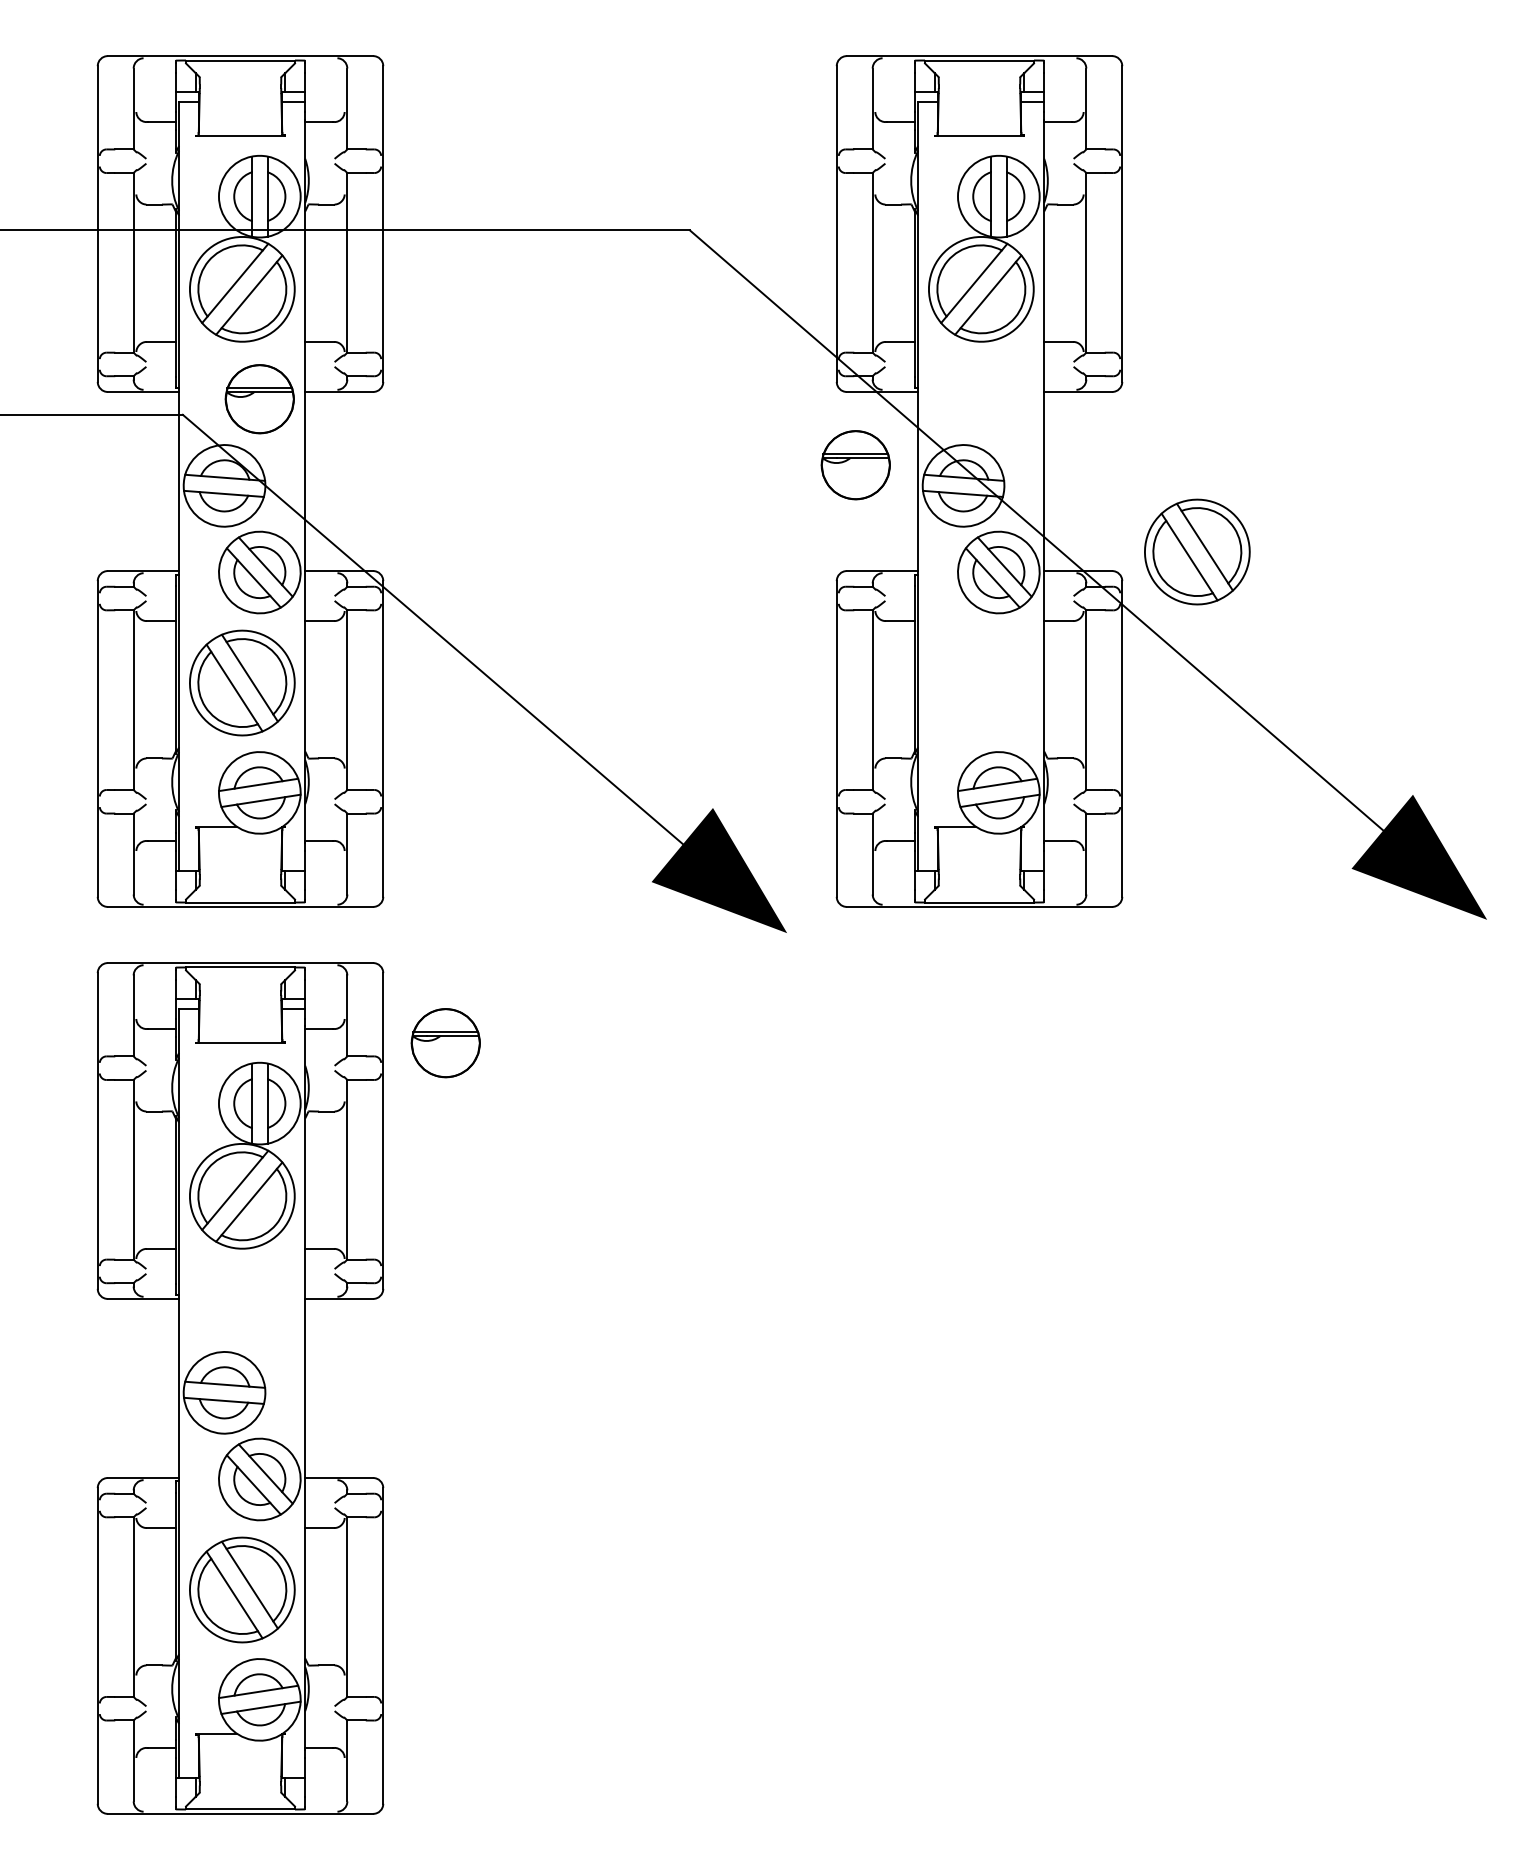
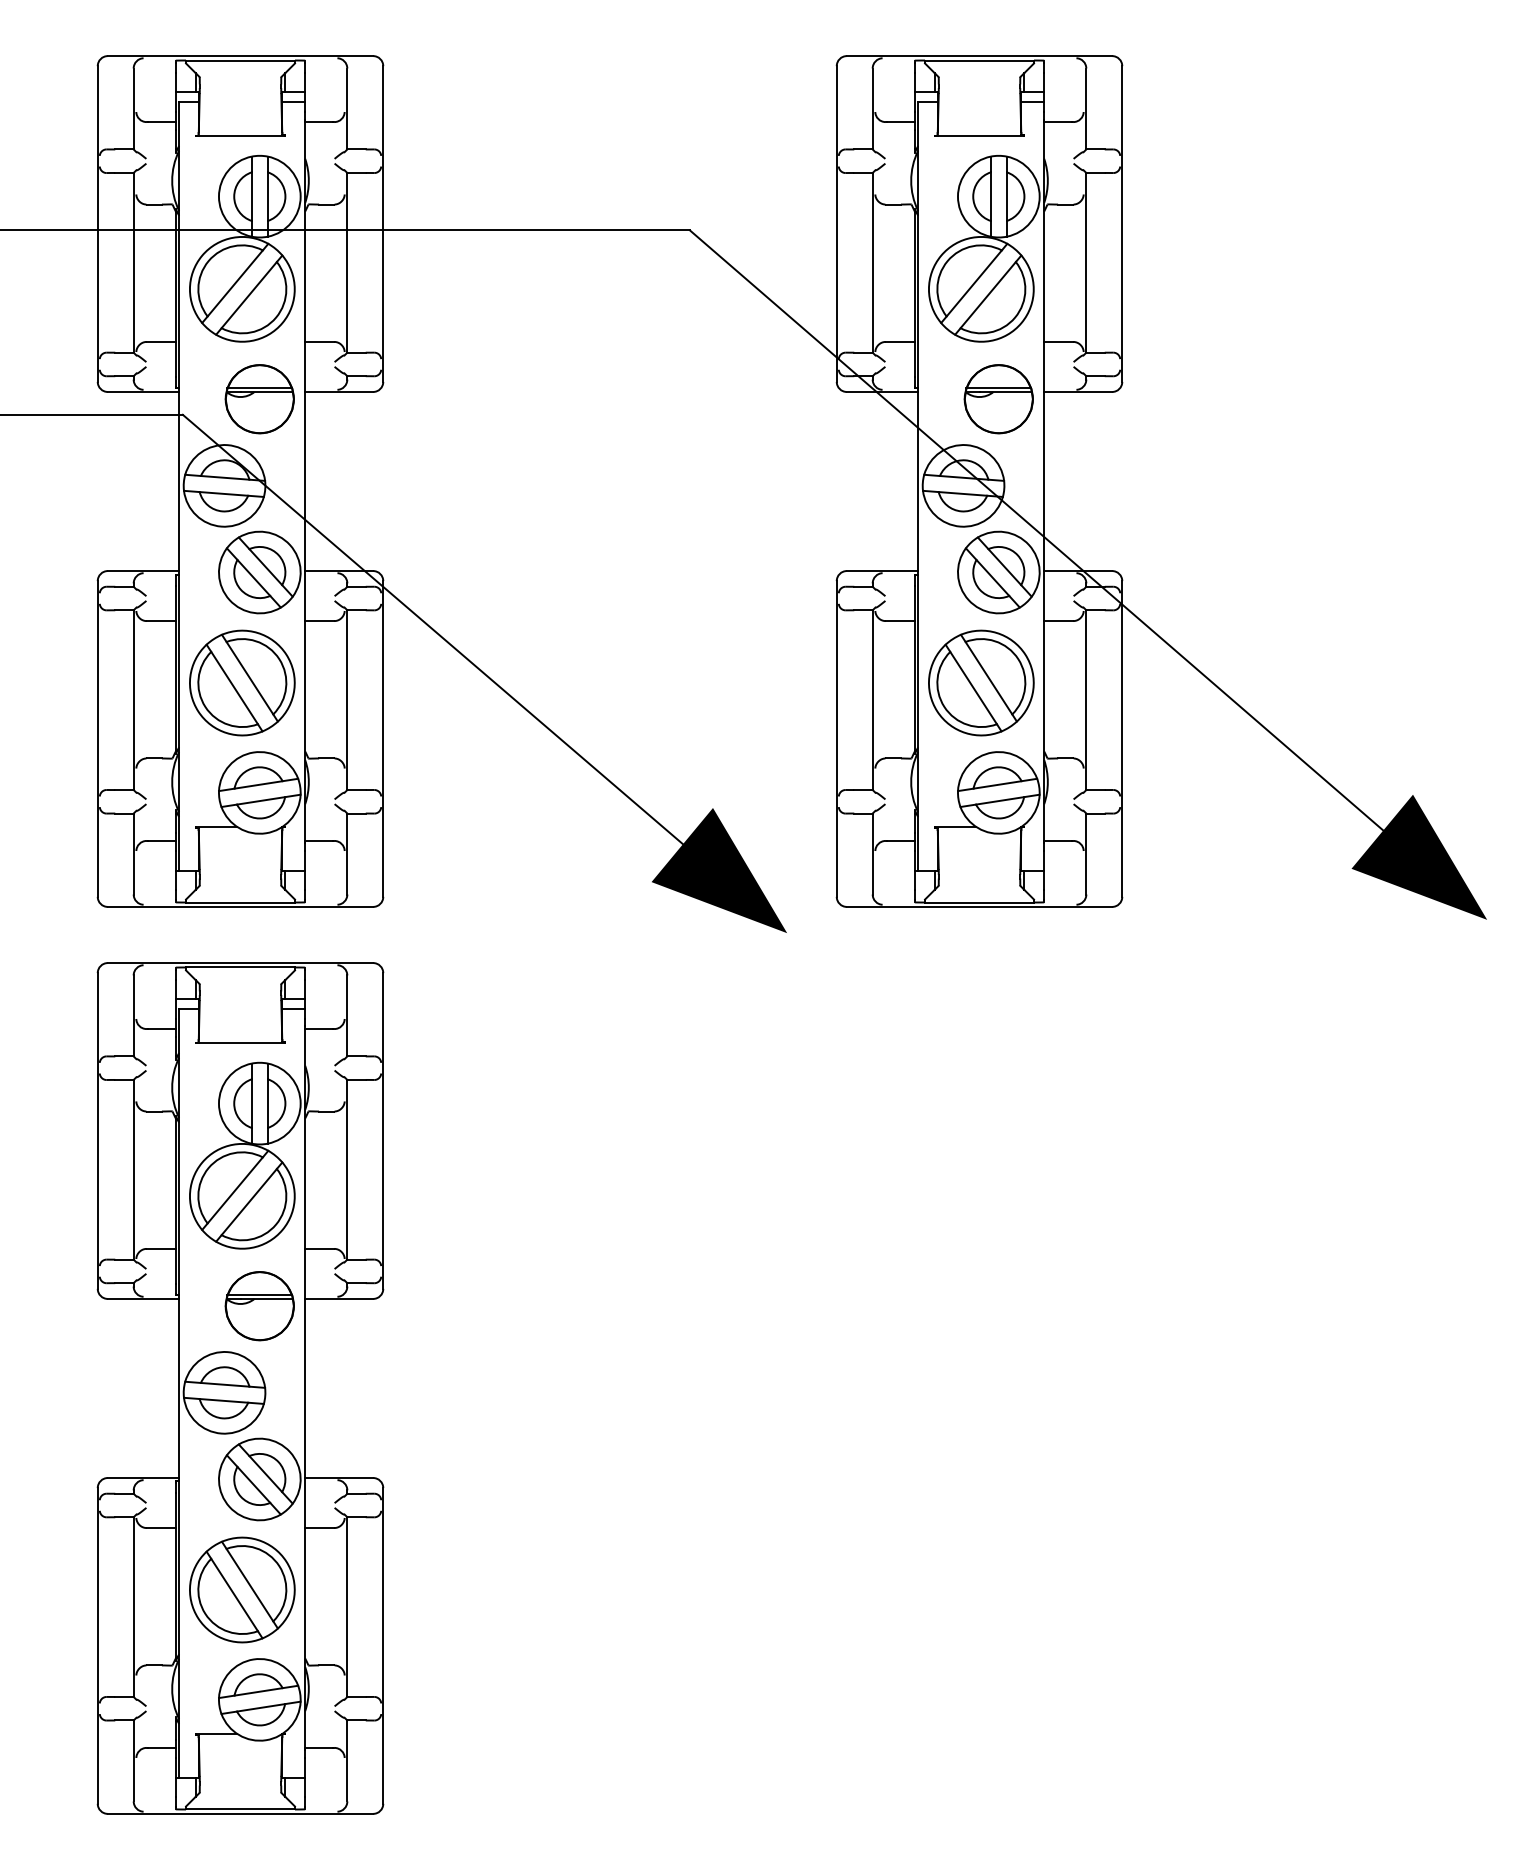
part at (855, 465) position: (855, 465) -> (998, 399)
part at (1197, 551) position: (1197, 551) -> (981, 682)
part at (445, 1043) position: (445, 1043) -> (259, 1306)
